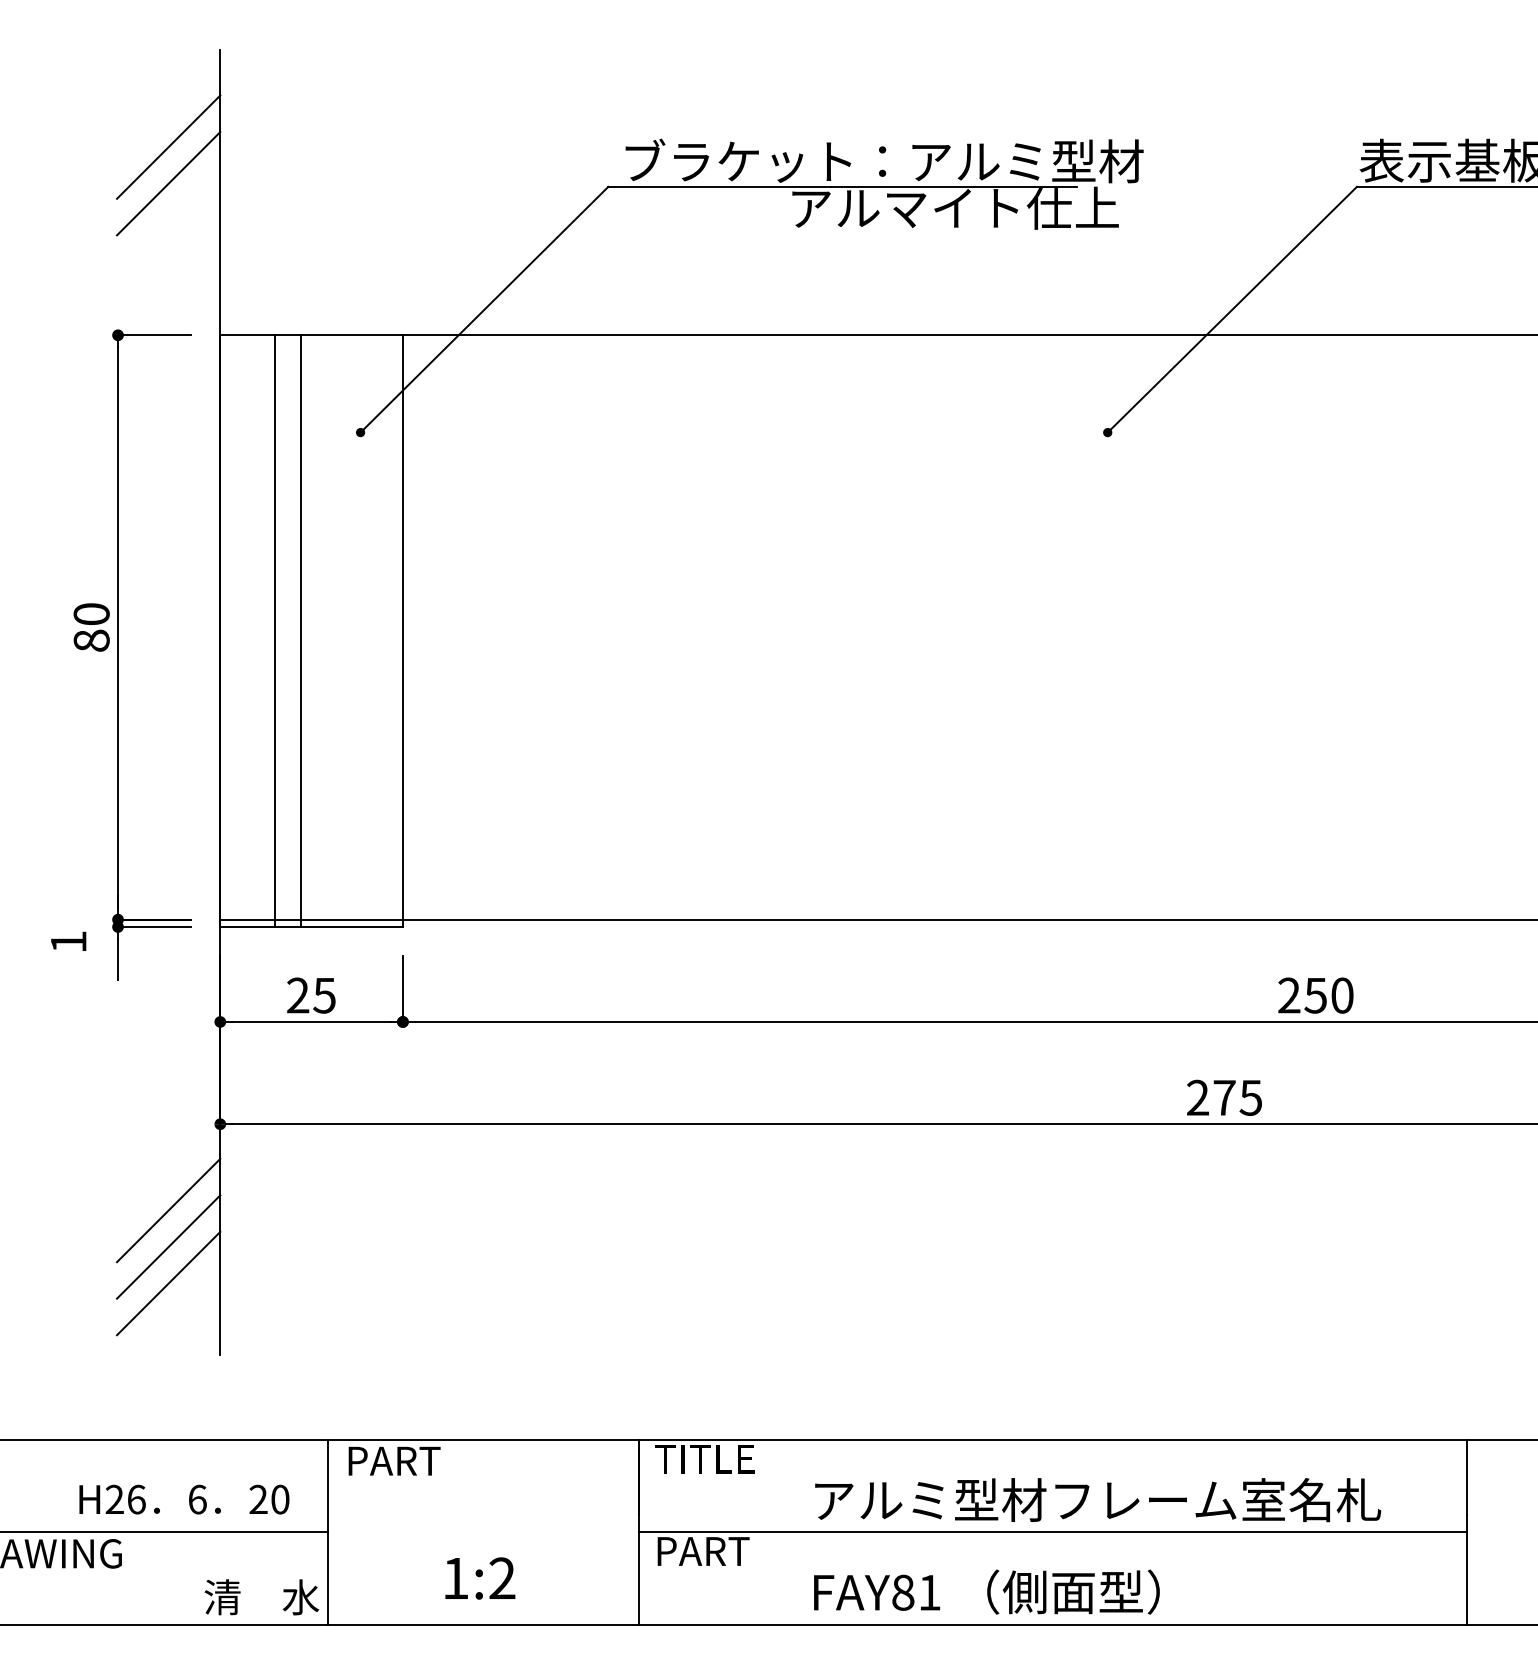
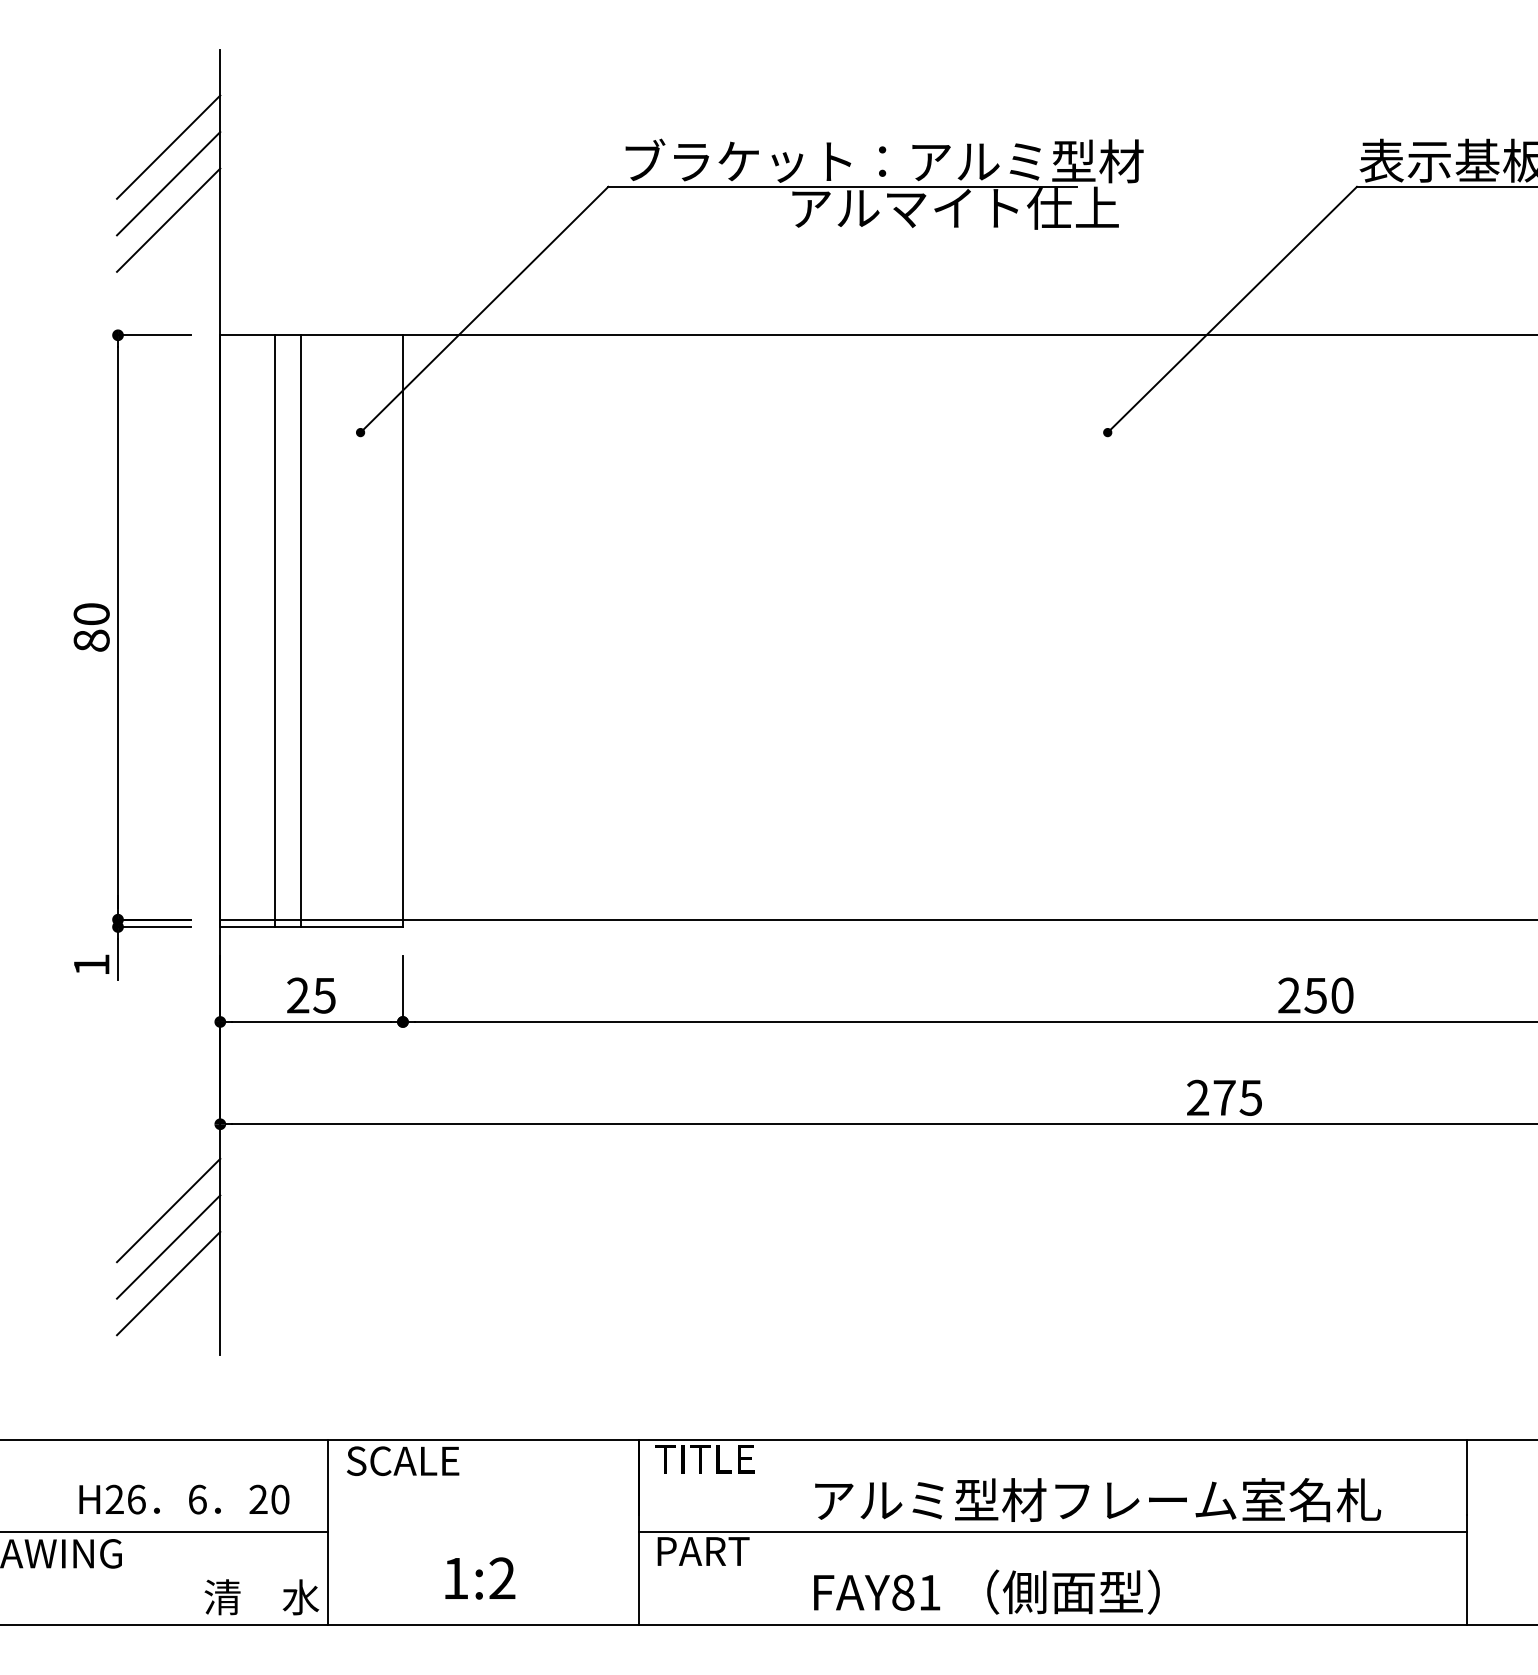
line at (168, 219): none -> present
text at (68, 940) position: (68, 940) -> (91, 963)
text at (403, 1461): PART -> SCALE
